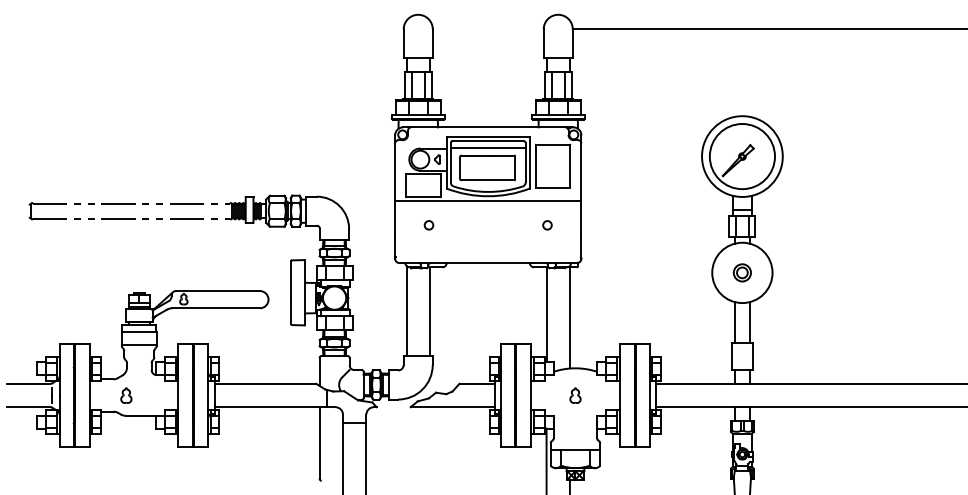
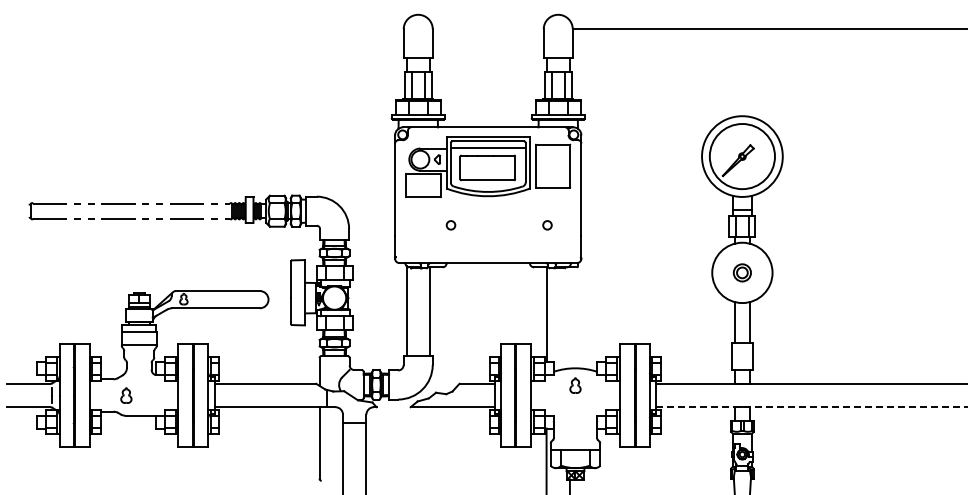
line at (488, 201): present -> none
circle at (428, 225) position: (428, 225) -> (450, 225)
line at (569, 317): present -> none
part at (575, 395) position: (575, 395) -> (575, 385)
line at (812, 407): solid -> dashed
